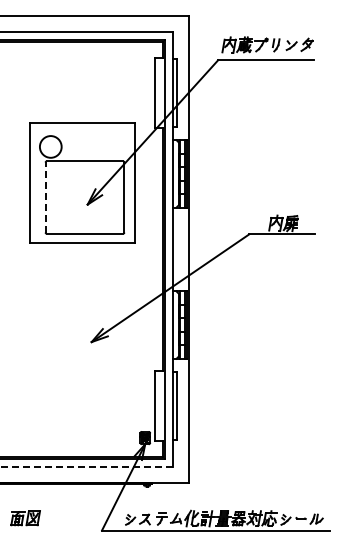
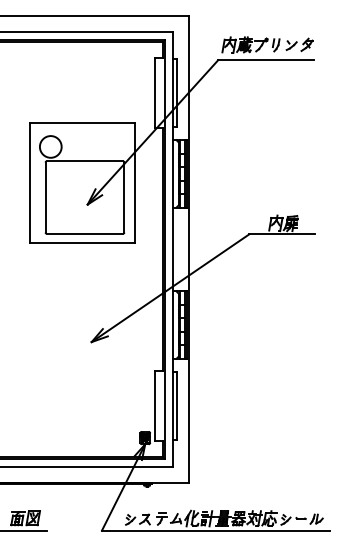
line at (45, 197): dashed -> solid
line at (86, 467): dashed -> solid
line at (24, 530): none -> present
